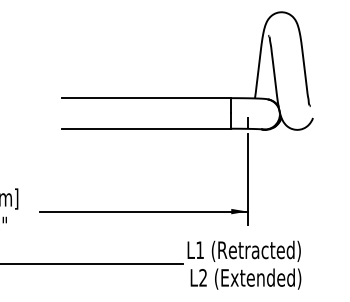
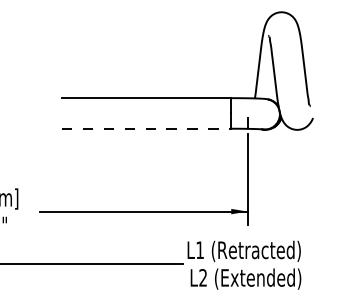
line at (146, 128): solid -> dashed
